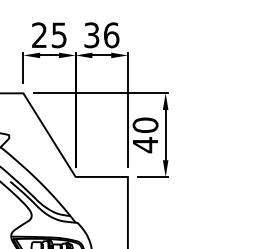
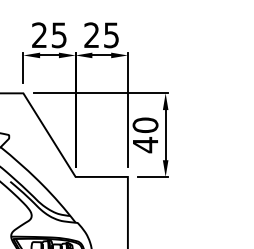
text at (101, 35): 36 -> 25
